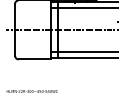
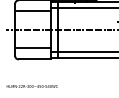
line at (33, 10): none -> present
line at (33, 47): none -> present
text at (31, 91) position: (31, 91) -> (31, 86)
